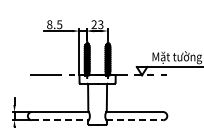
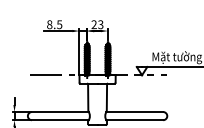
line at (60, 120): dashed -> solid
line at (135, 120): dashed -> solid
